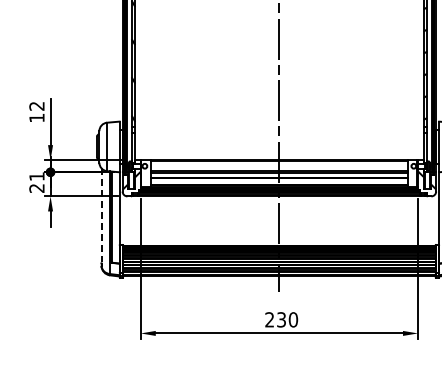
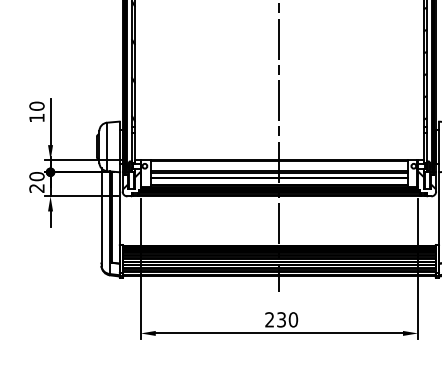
text at (36, 105): 12 -> 10
text at (36, 176): 21 -> 20
line at (101, 215): dashed -> solid
